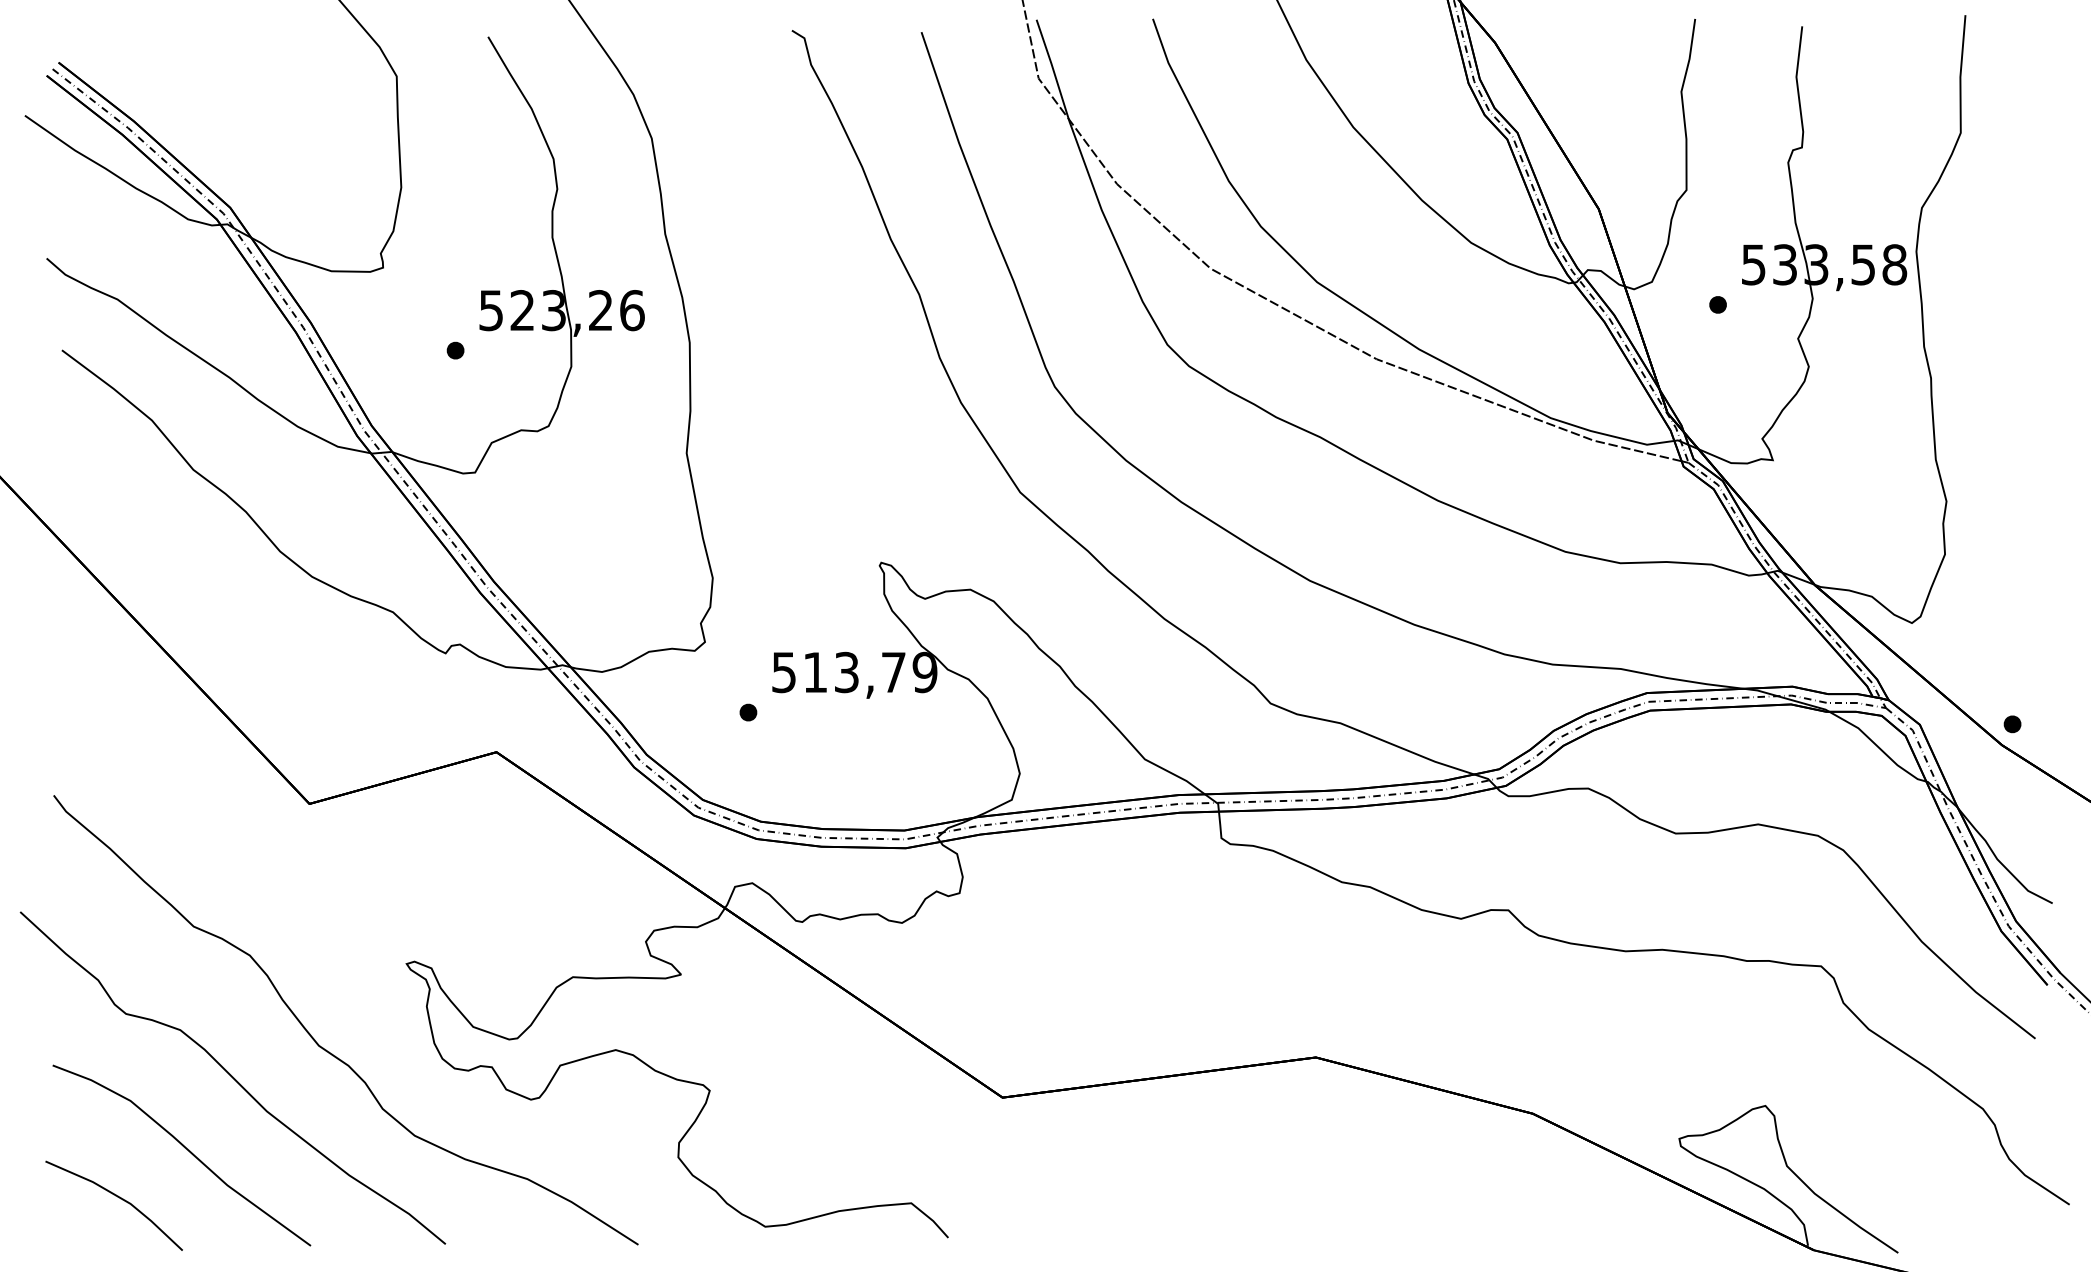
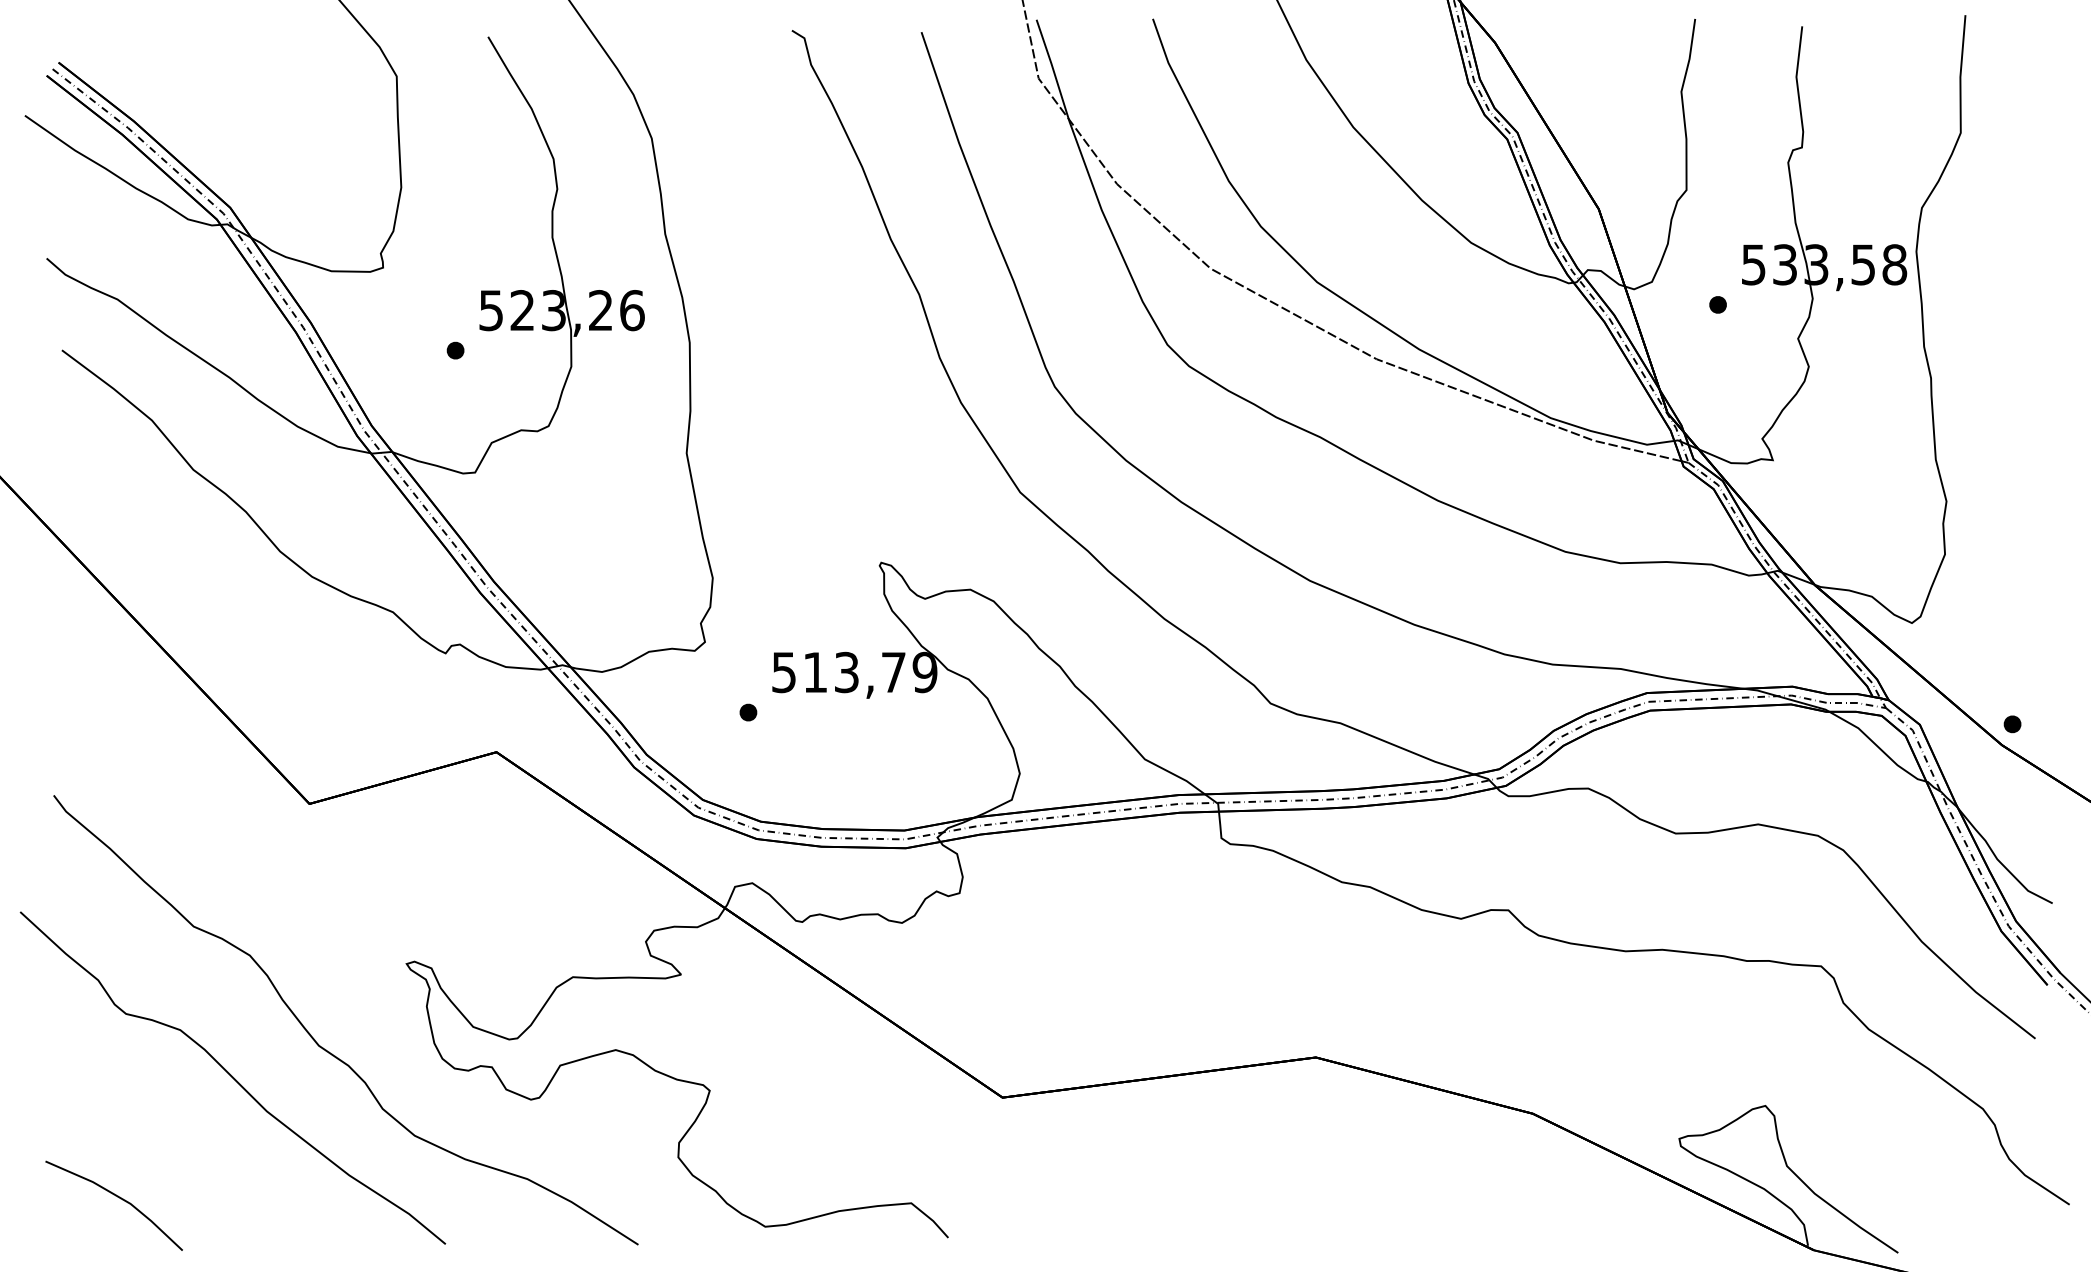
curve at (184, 1148): present -> none
